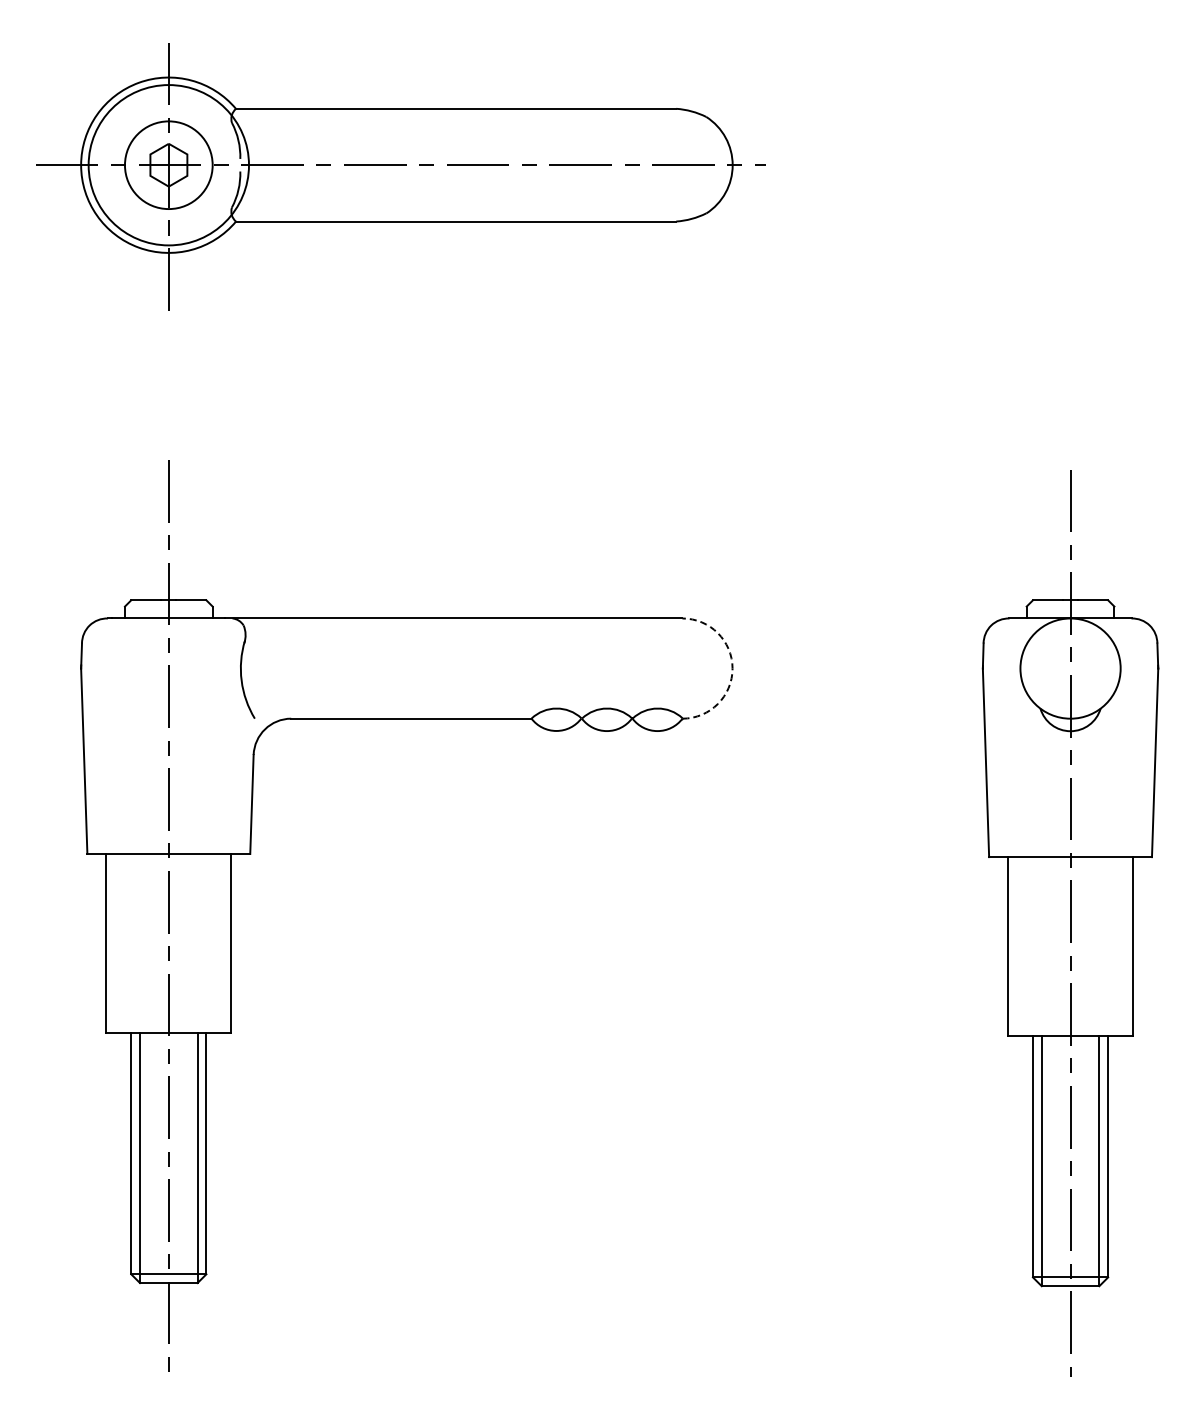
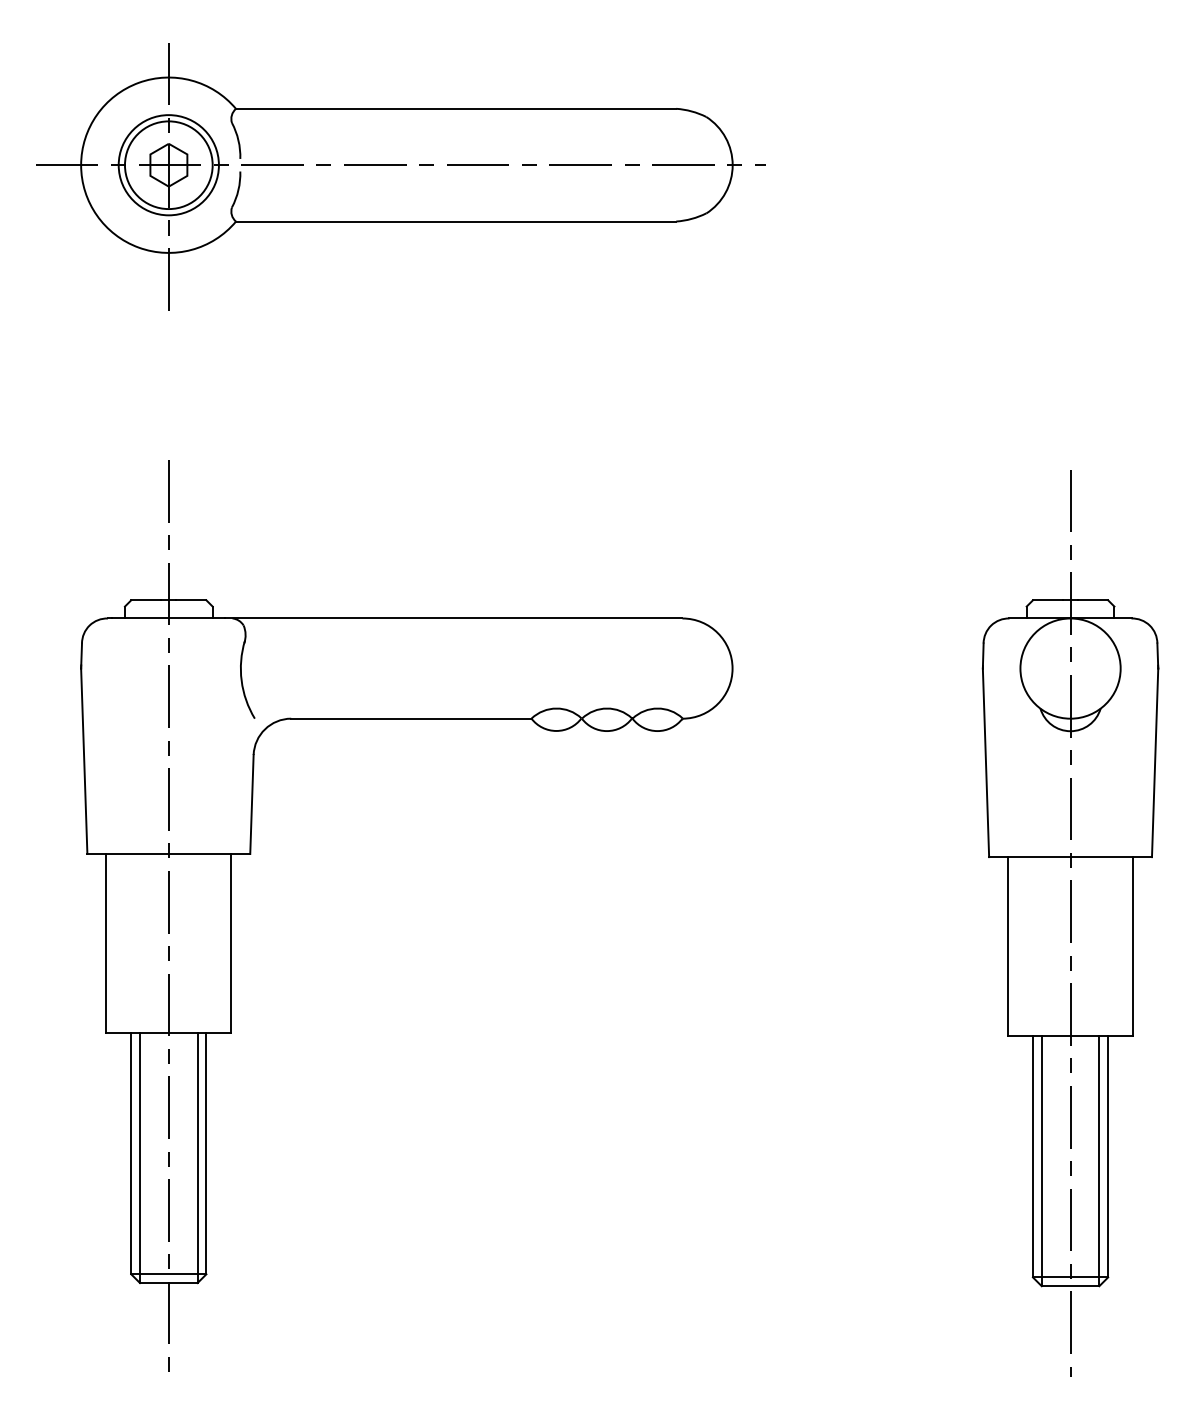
circle at (168, 165) diameter: 160 px -> 100 px
arc at (732, 668): dashed -> solid
